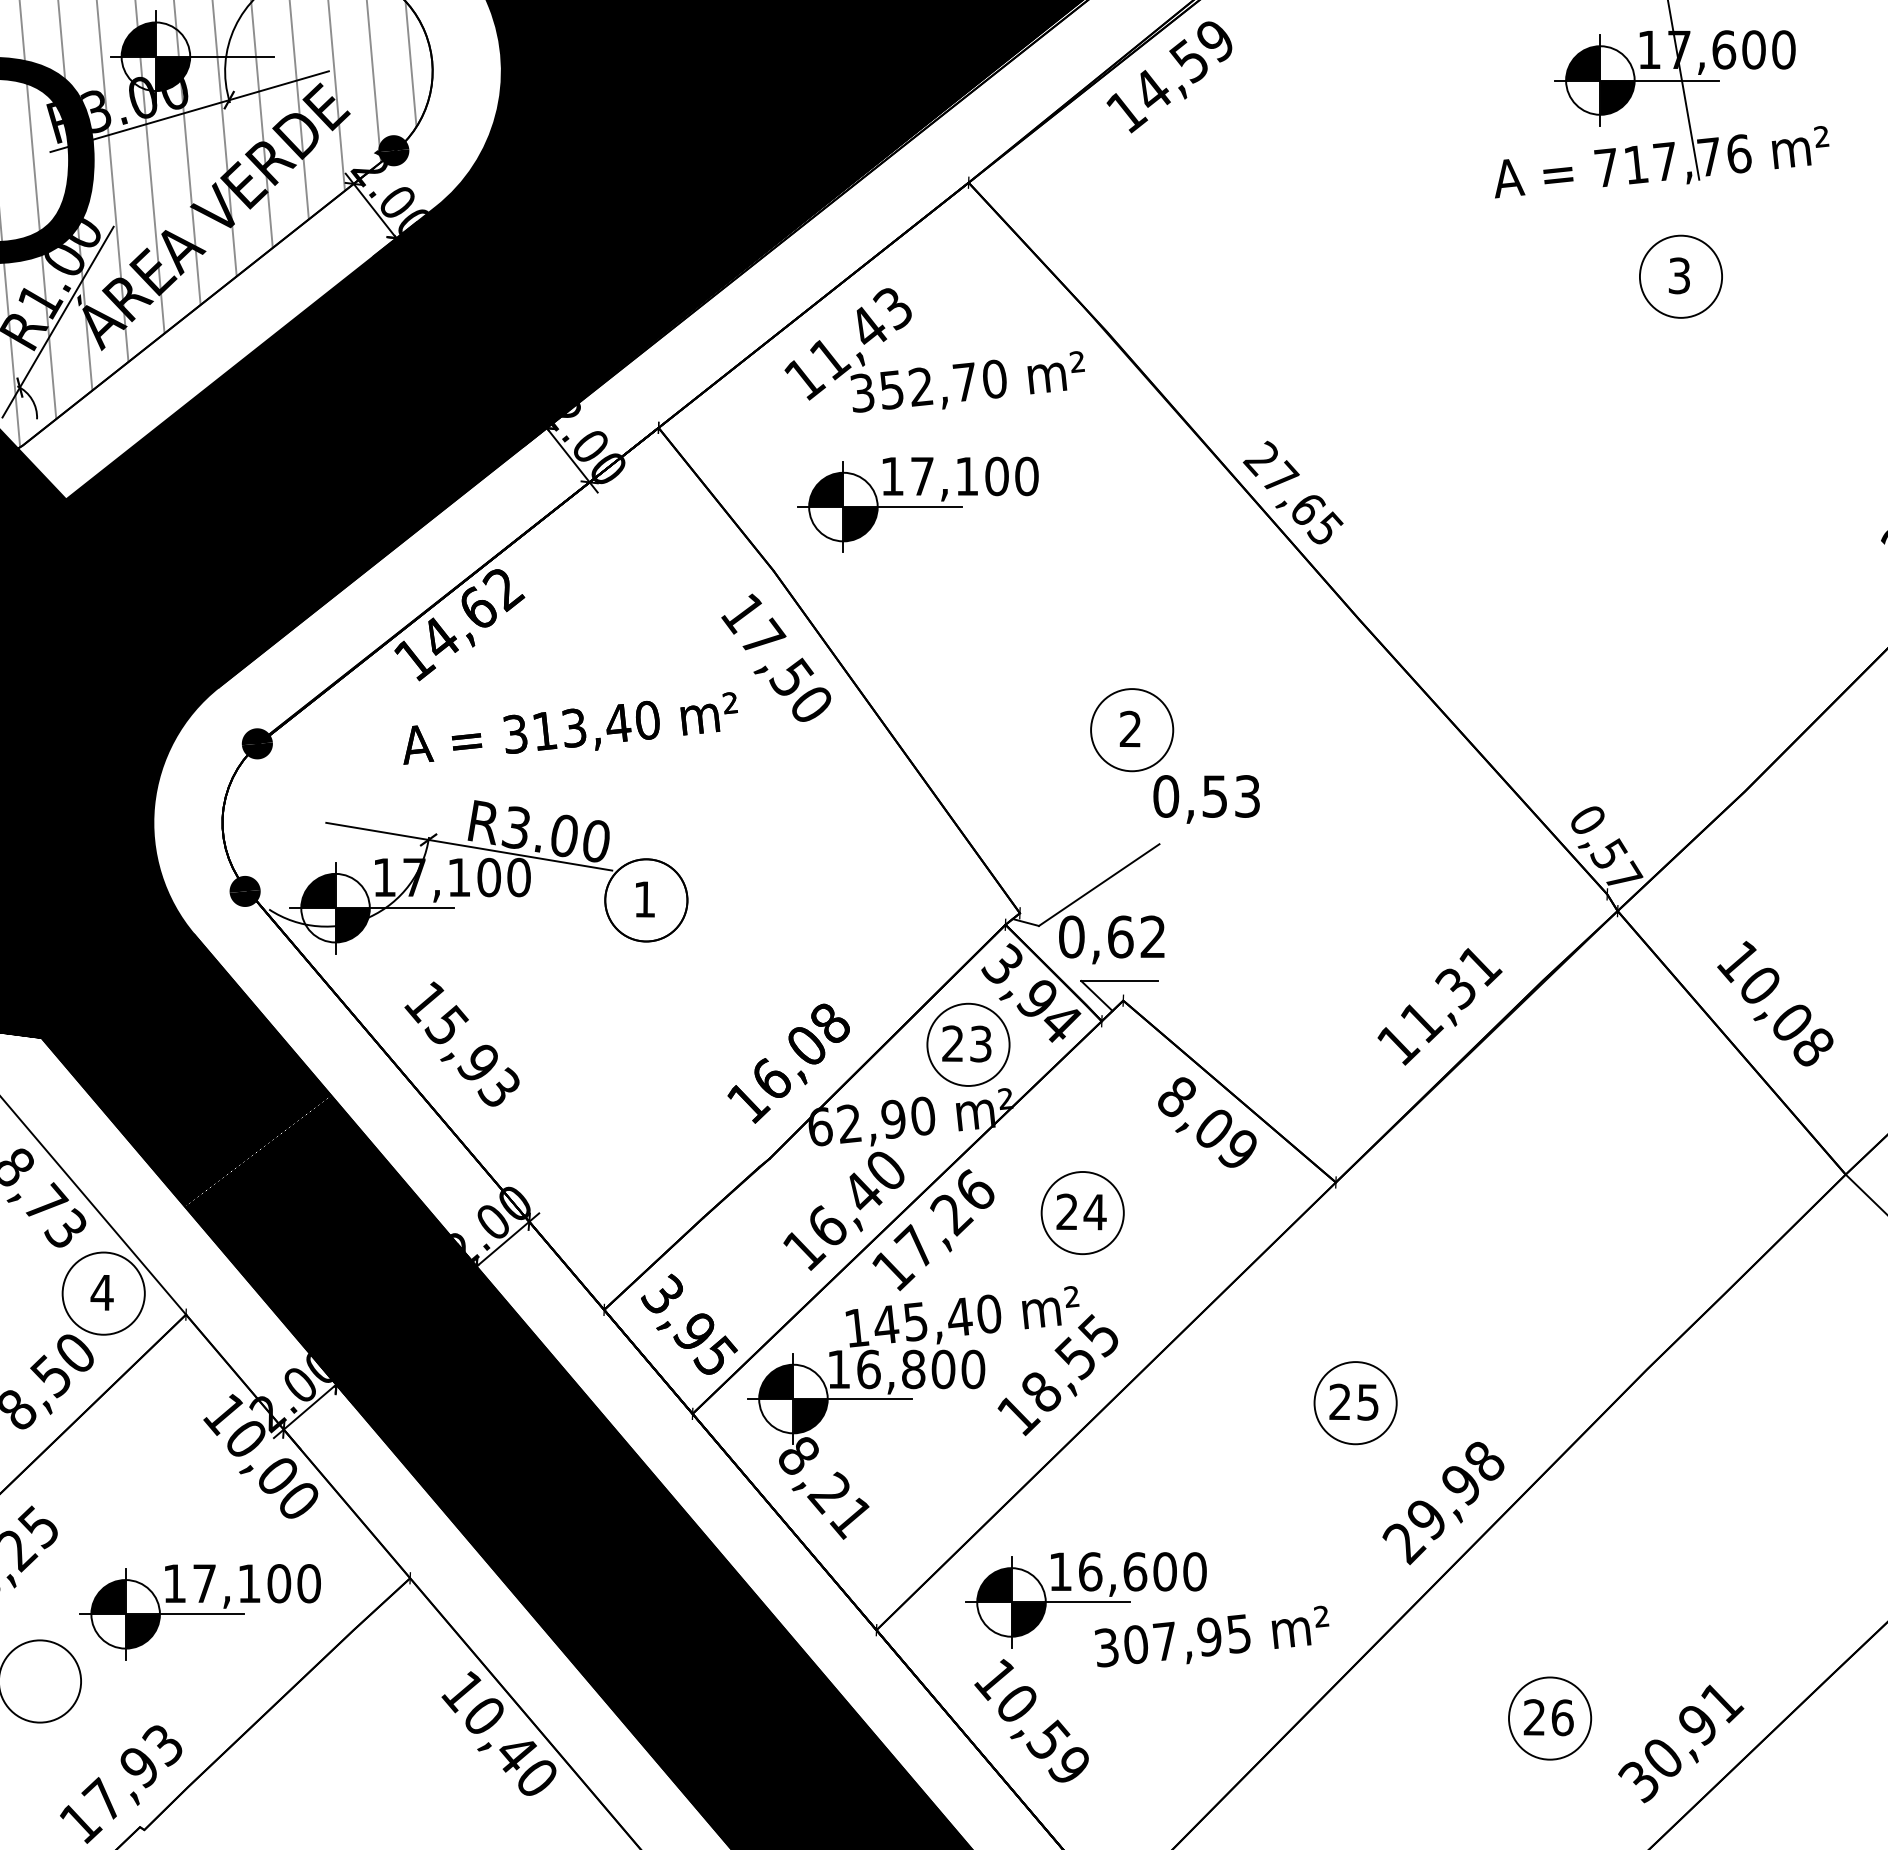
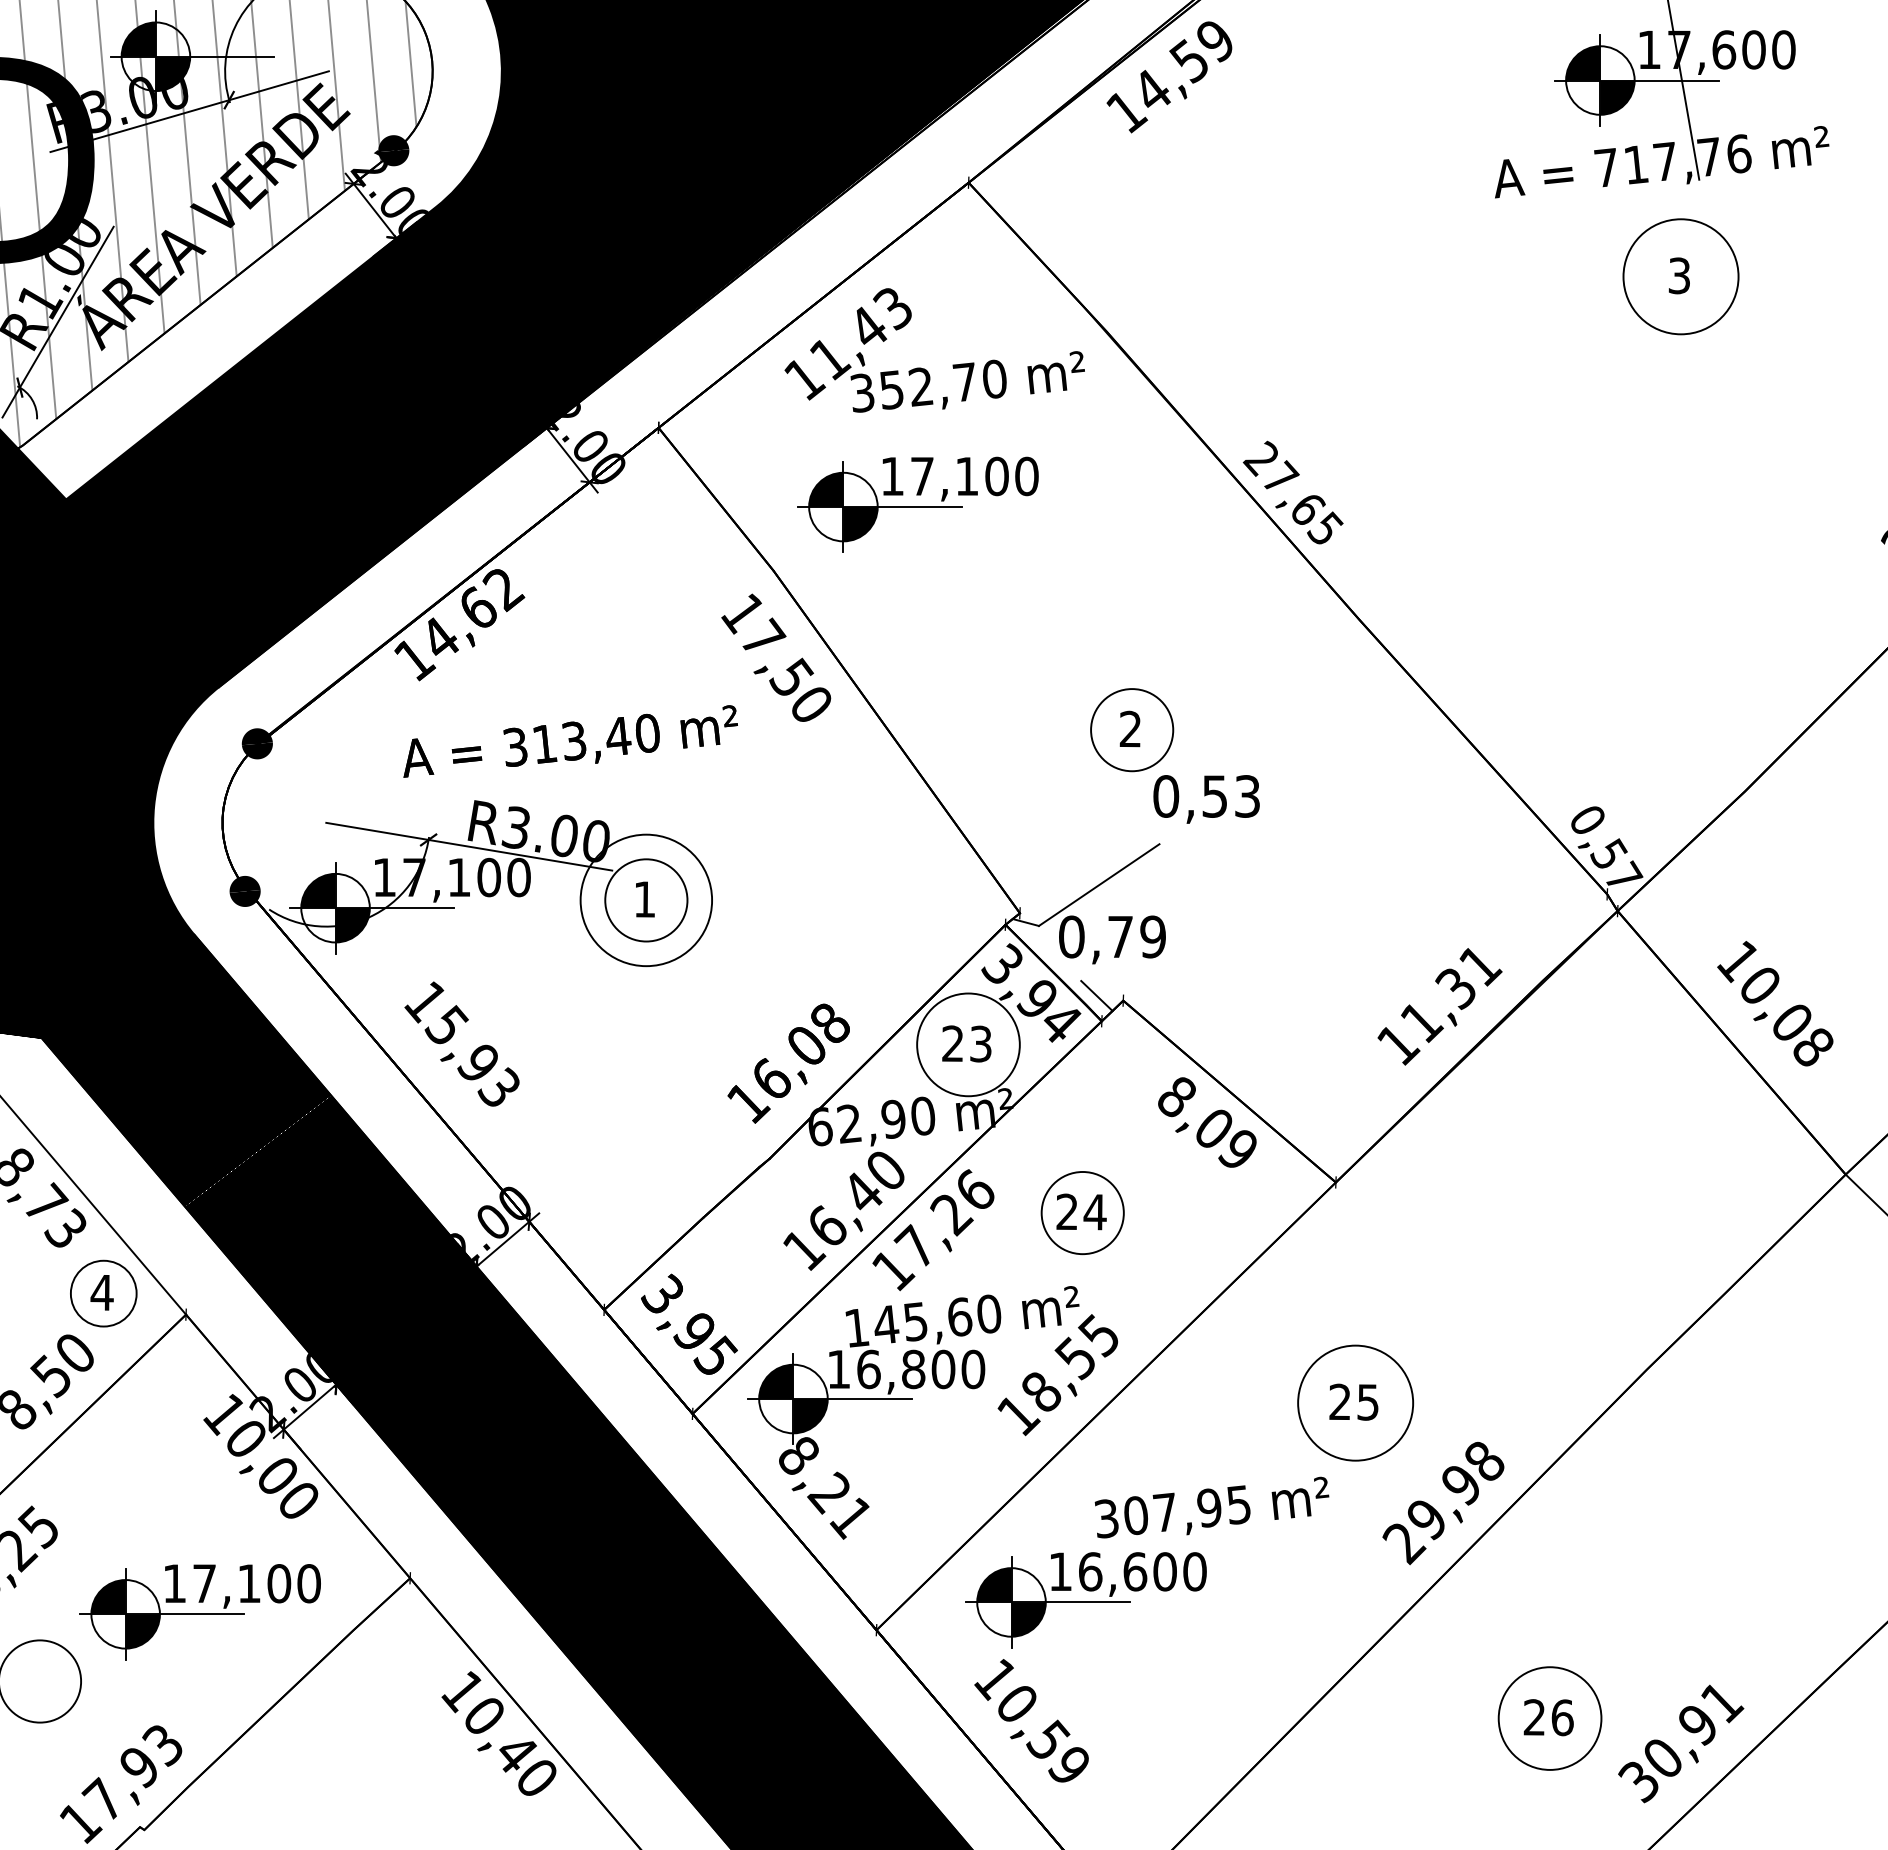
circle at (1680, 276) diameter: 82 px -> 115 px
text at (570, 728) position: (570, 728) -> (570, 741)
circle at (646, 900) diameter: 82 px -> 131 px
text at (1136, 936): 0,62 -> 0,79
line at (1119, 981): present -> none
circle at (968, 1044) diameter: 82 px -> 103 px
circle at (103, 1293) diameter: 82 px -> 66 px
text at (960, 1316): 145,40 -> 145,60
circle at (1355, 1403) diameter: 82 px -> 115 px
text at (1211, 1636) position: (1211, 1636) -> (1211, 1507)
circle at (1550, 1718) diameter: 82 px -> 103 px
